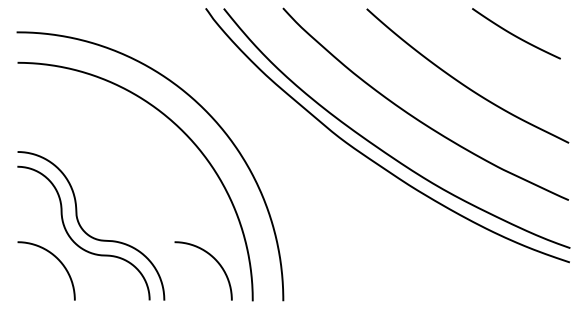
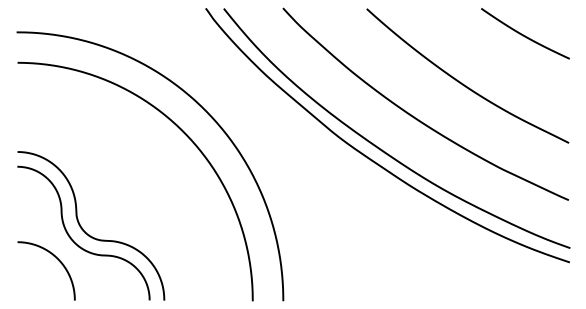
curve at (516, 35) position: (516, 35) -> (525, 35)
curve at (211, 257): present -> none
